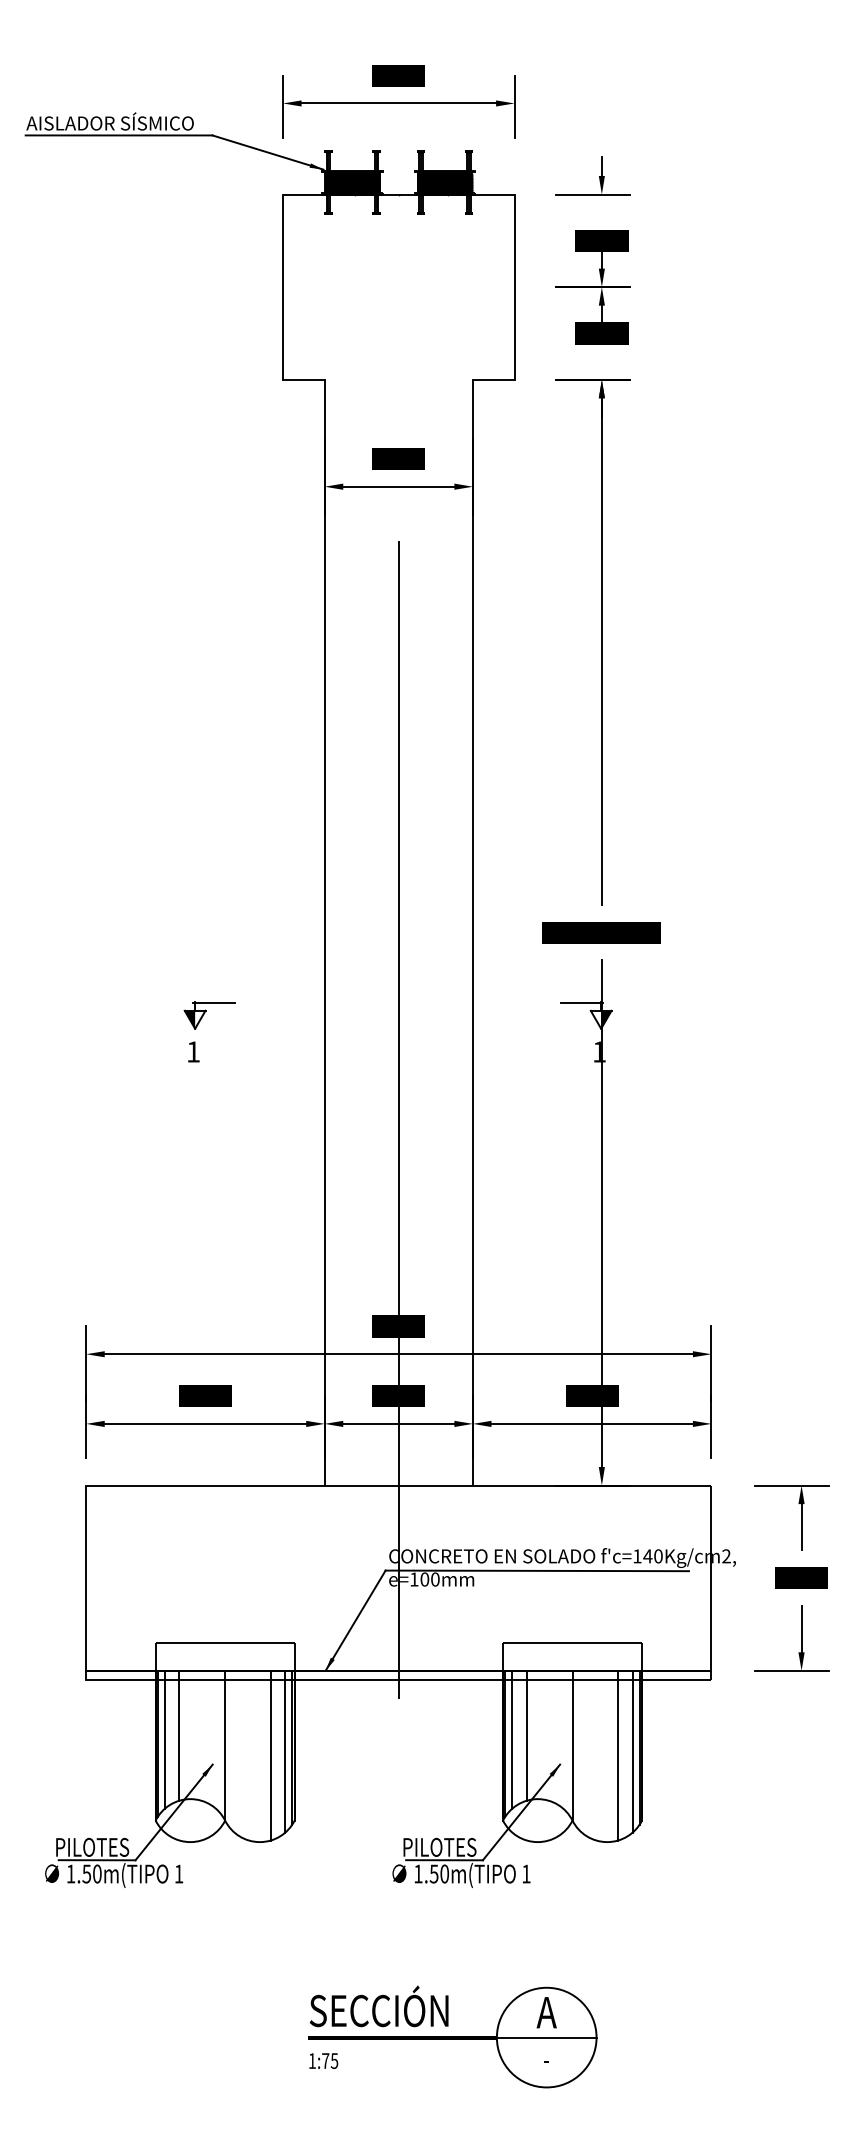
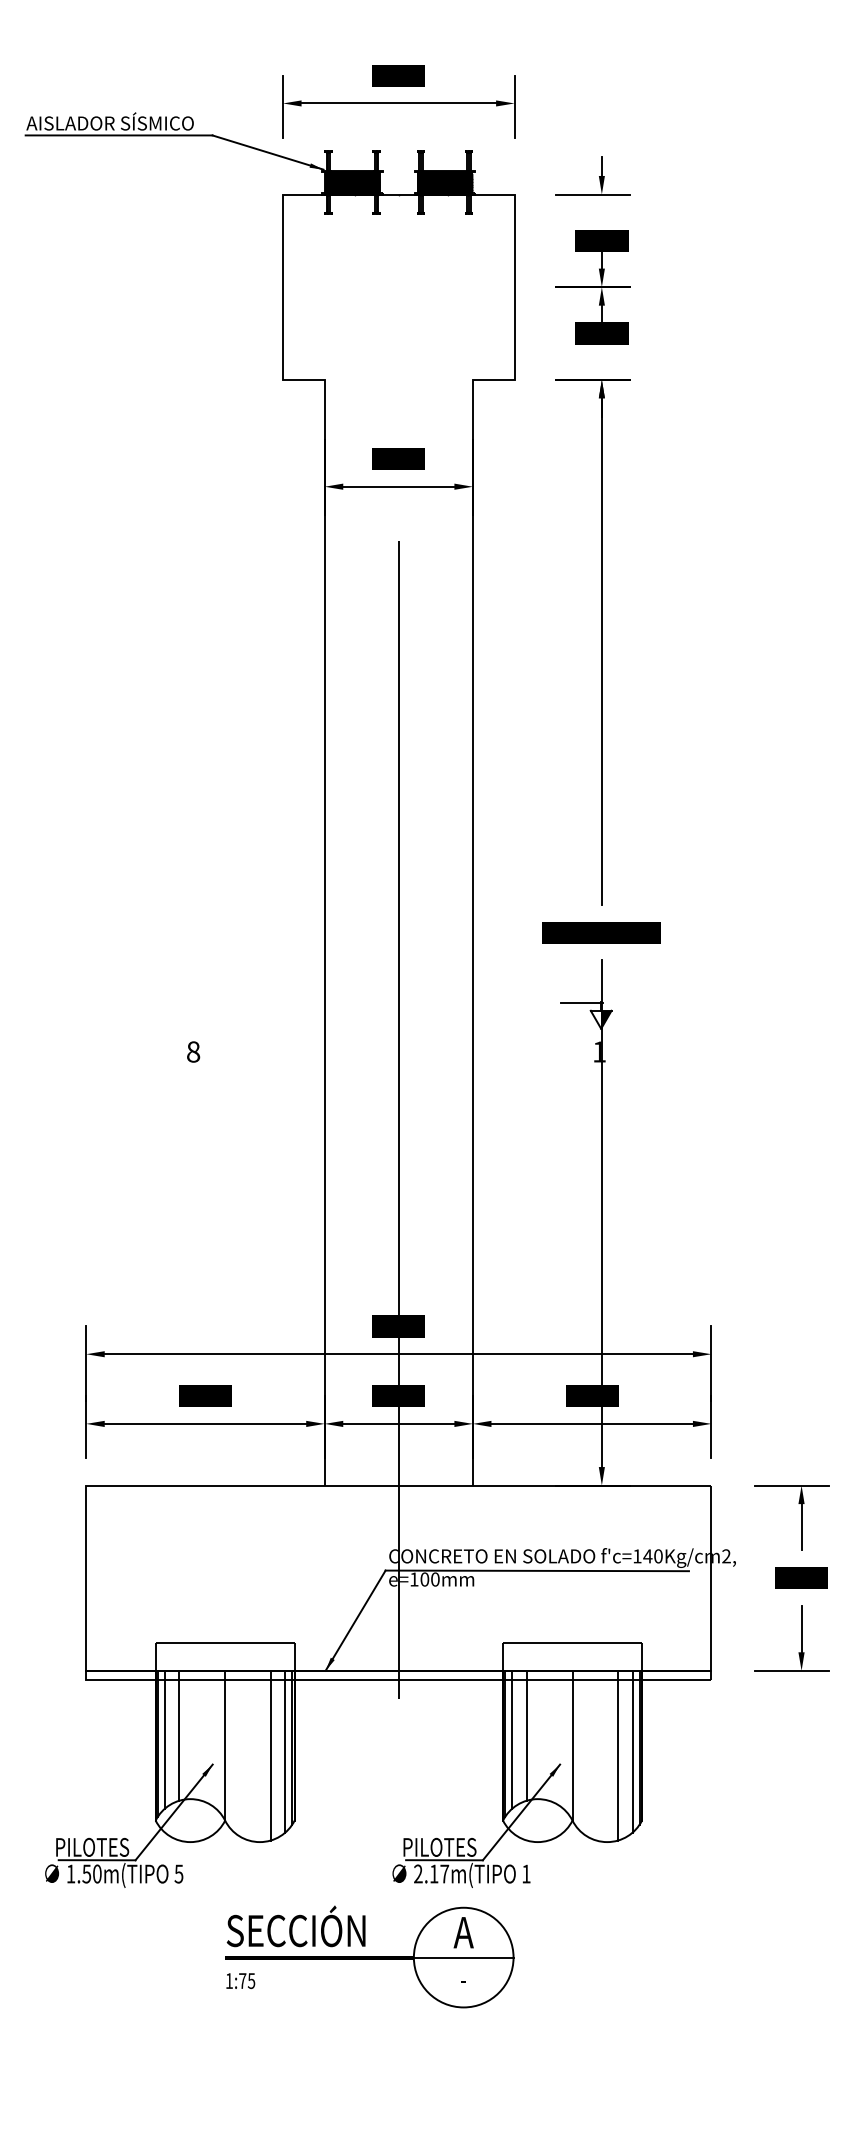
part at (209, 1015): present -> none
text at (193, 1051): 1 -> 8
text at (178, 1873): 1 -> 5
text at (431, 1873): 1.50m(TIPO -> 2.17m(TIPO
part at (452, 2036) position: (452, 2036) -> (369, 1956)
